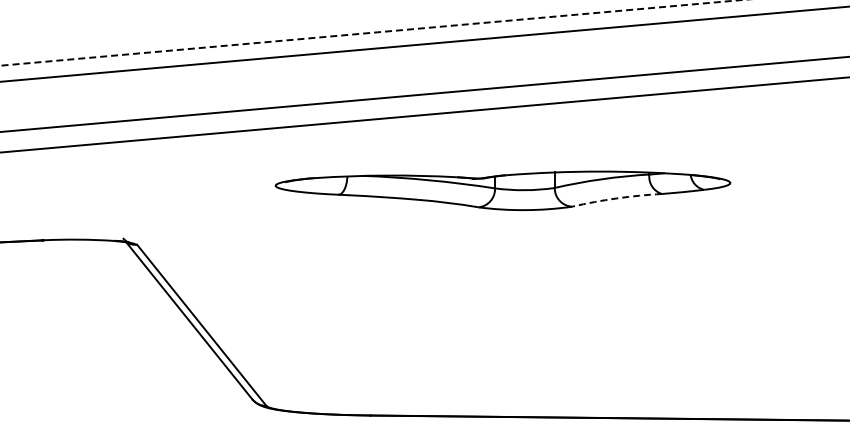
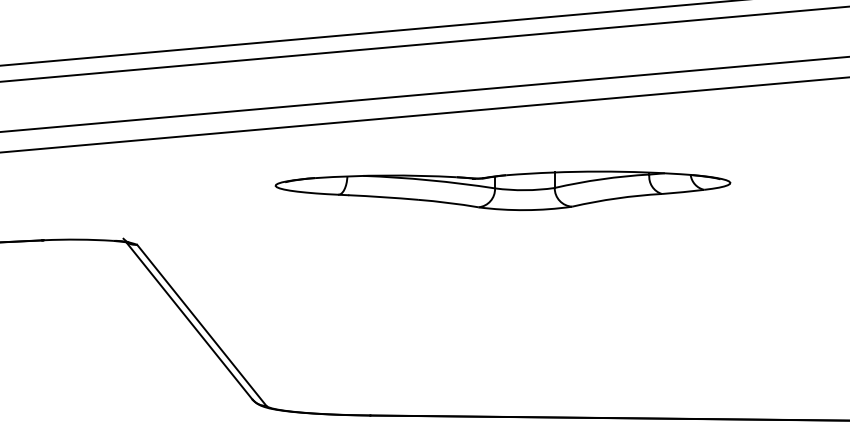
line at (371, 32): dashed -> solid
arc at (616, 198): dashed -> solid
